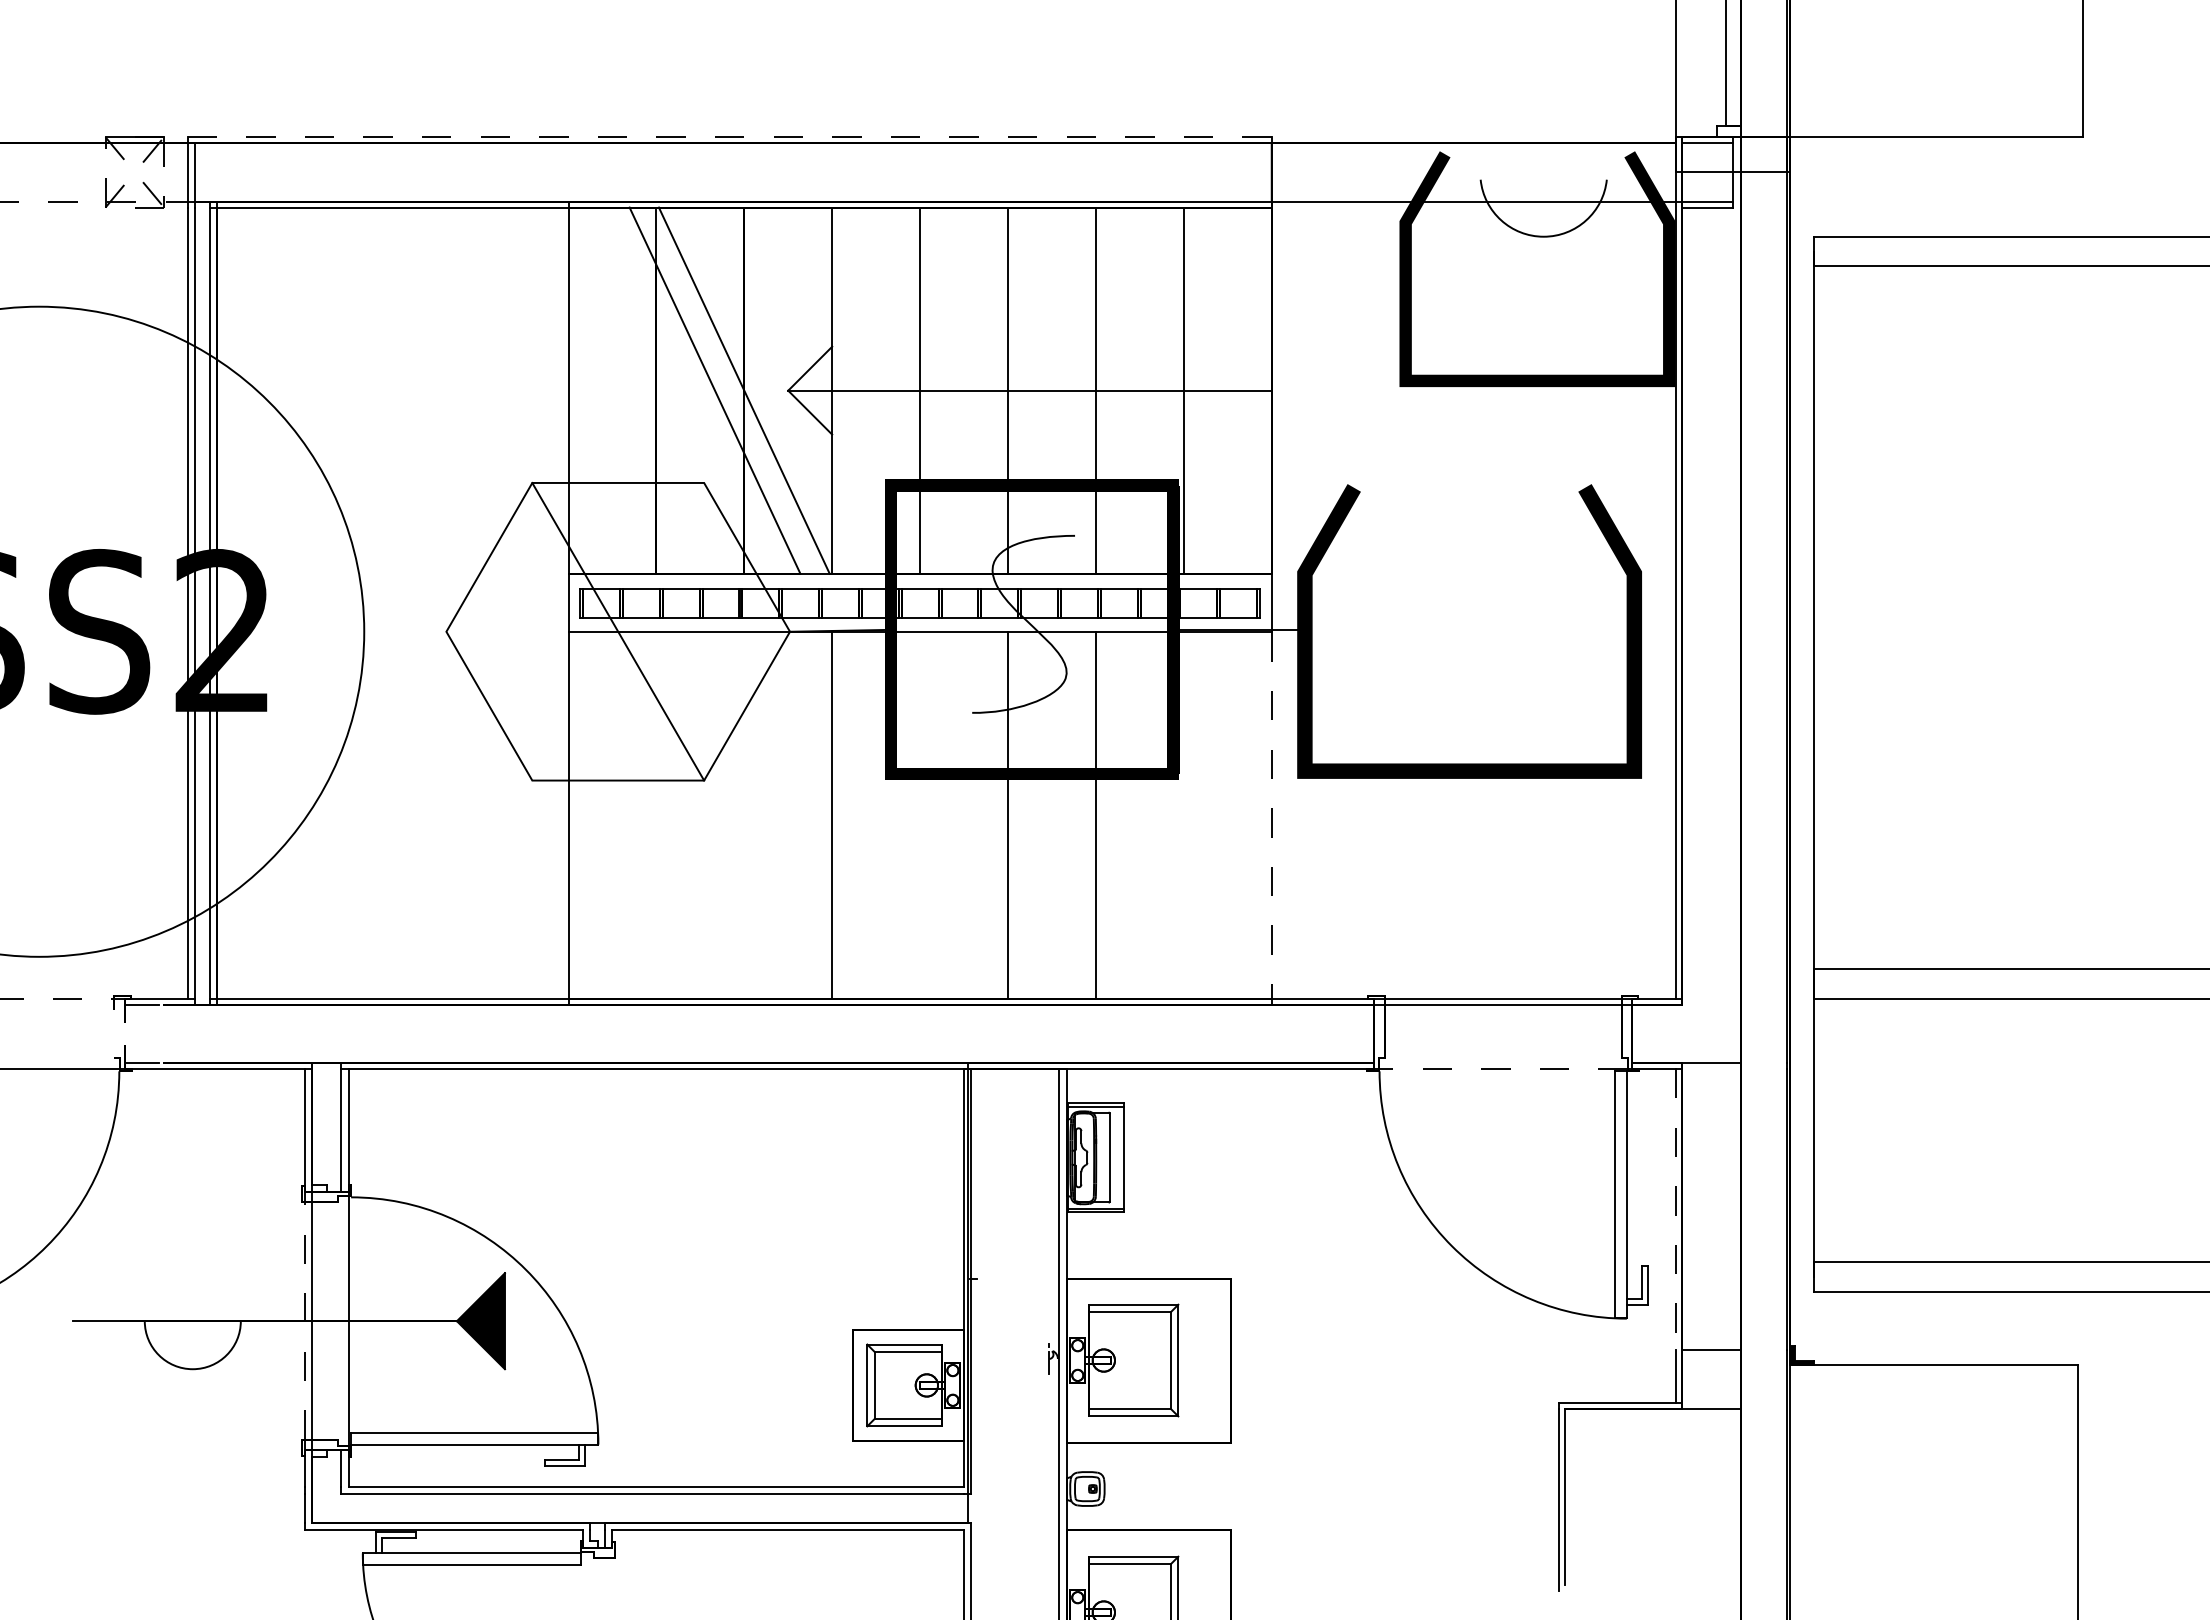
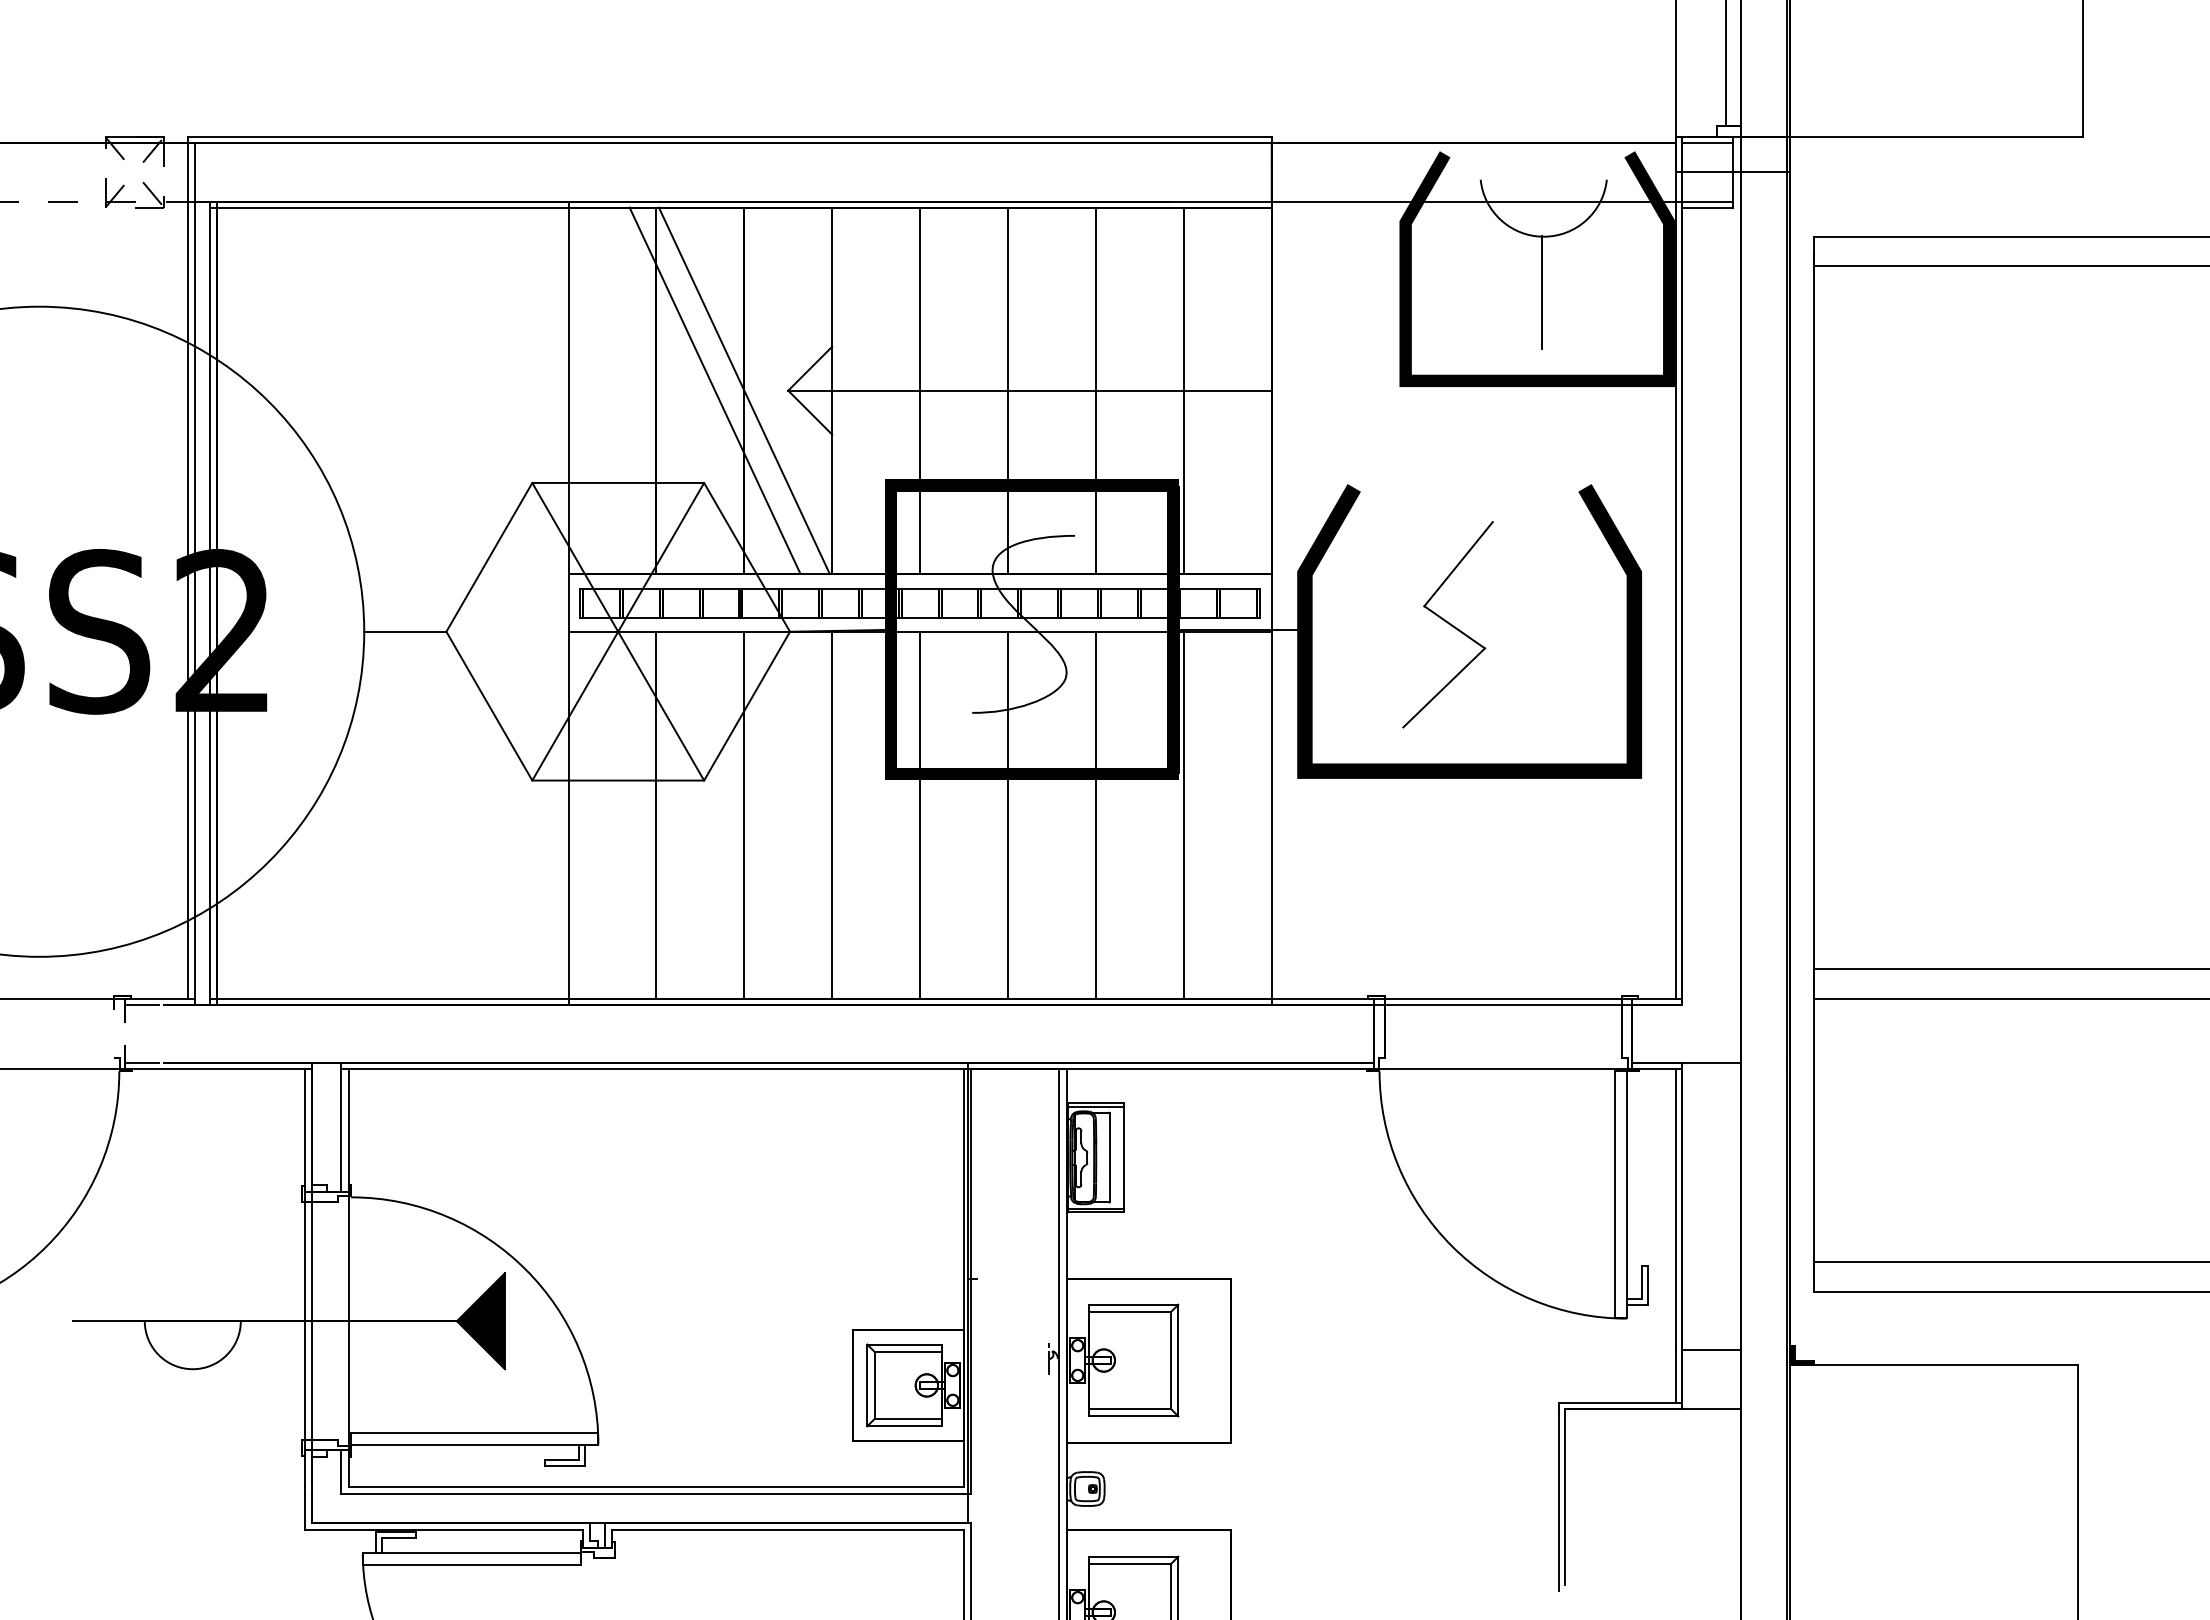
line at (729, 137): dashed -> solid
line at (1542, 292): none -> present
part at (1447, 624): none -> present
line at (405, 631): none -> present
line at (618, 631): none -> present
line at (656, 815): none -> present
line at (744, 815): none -> present
line at (920, 815): none -> present
line at (1183, 815): none -> present
line at (1271, 816): dashed -> solid
line at (57, 998): dashed -> solid
line at (1503, 1069): dashed -> solid
line at (1676, 1209): dashed -> solid
line at (304, 1320): dashed -> solid
